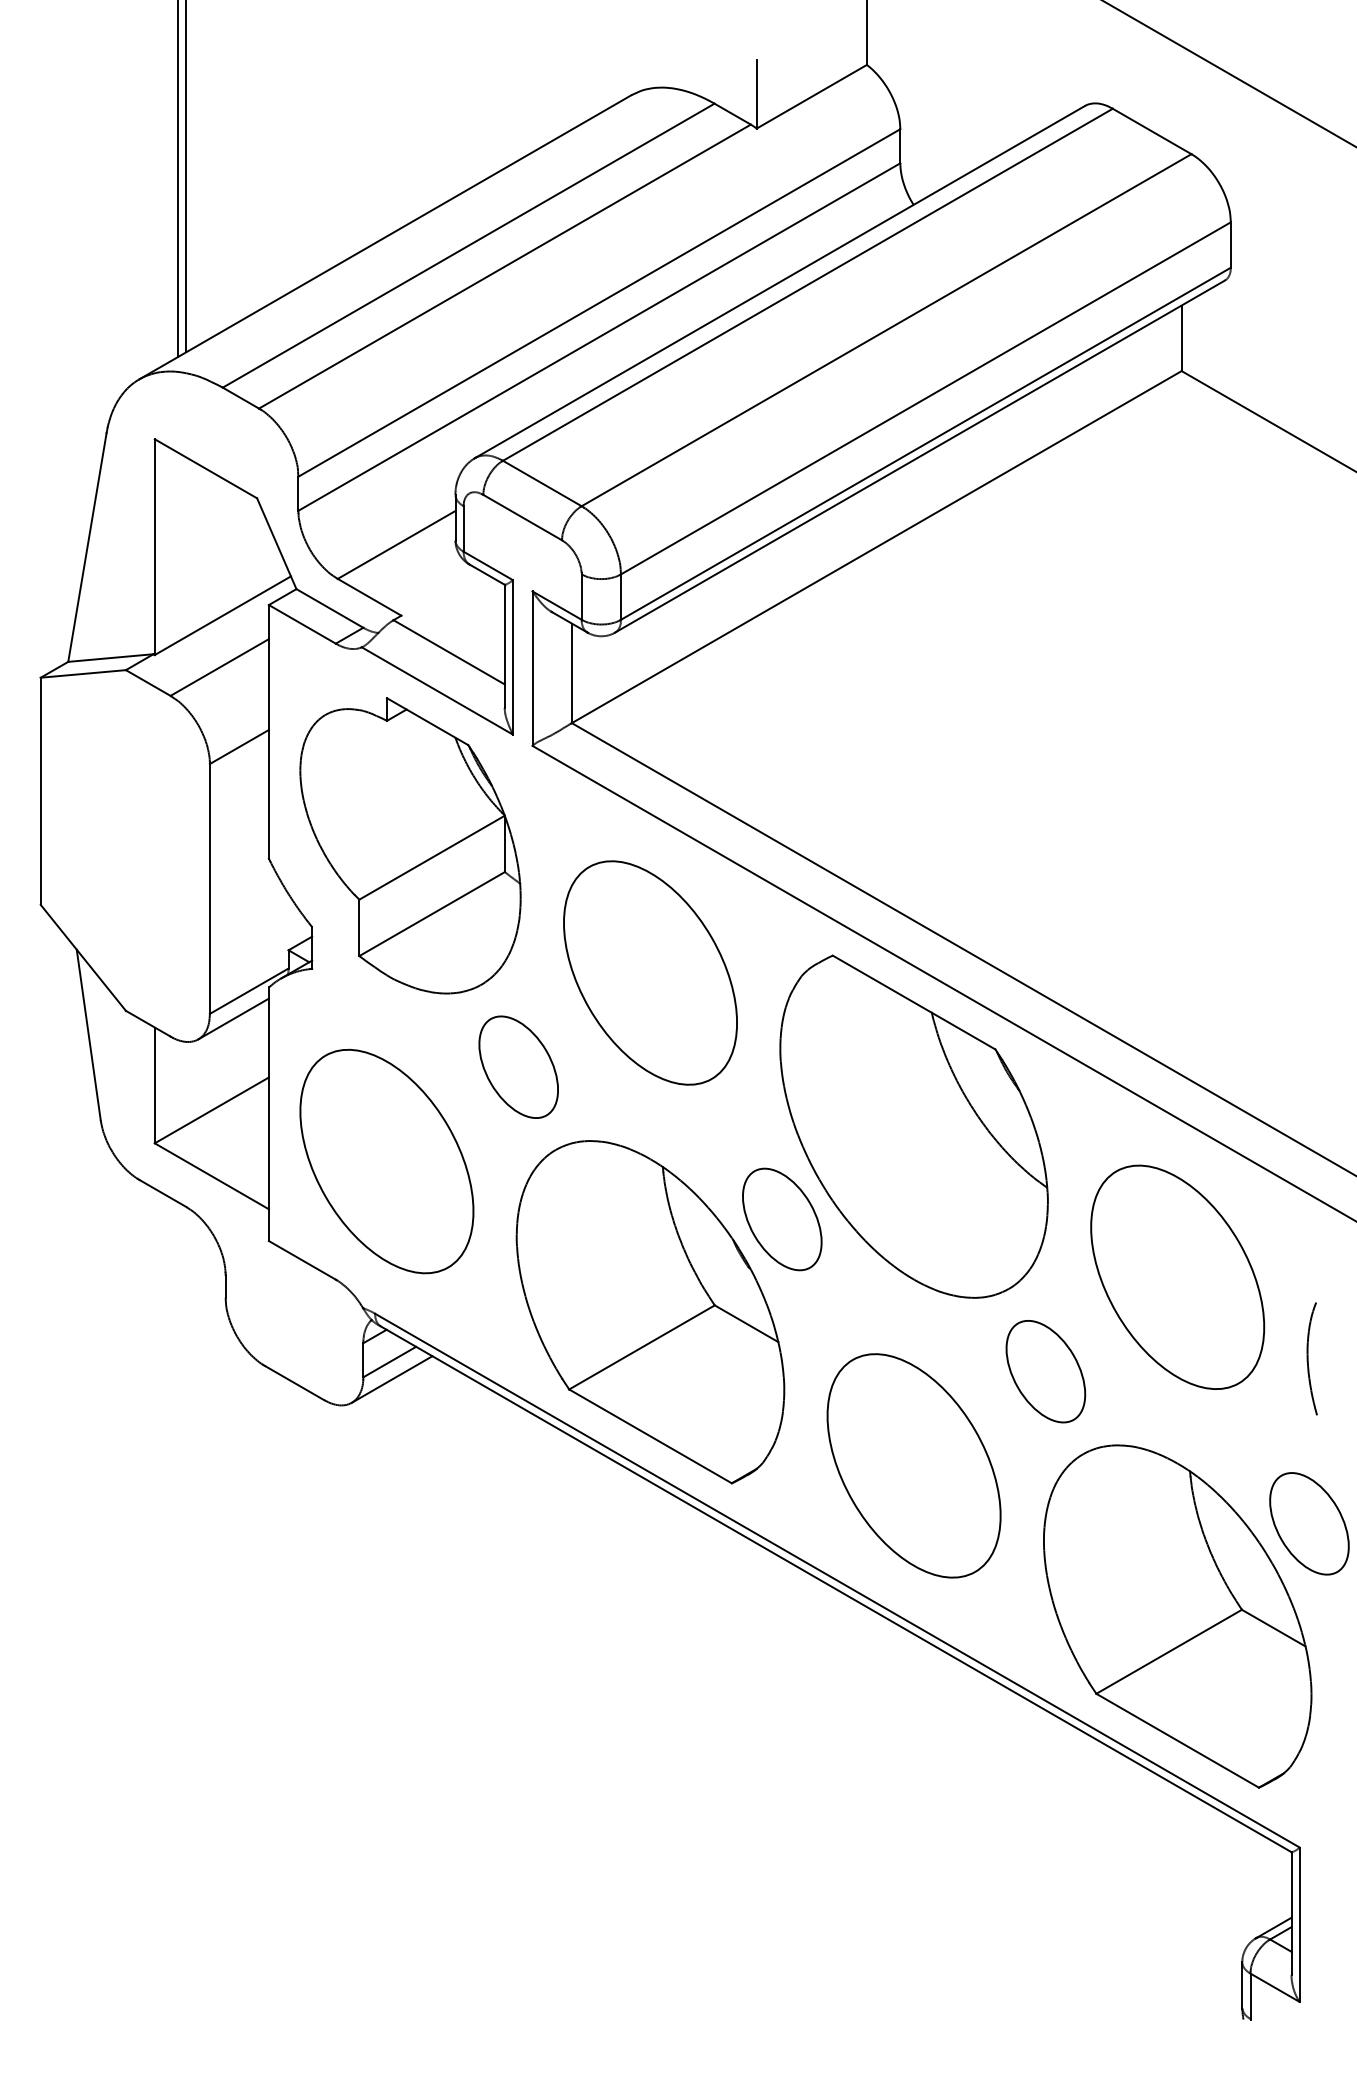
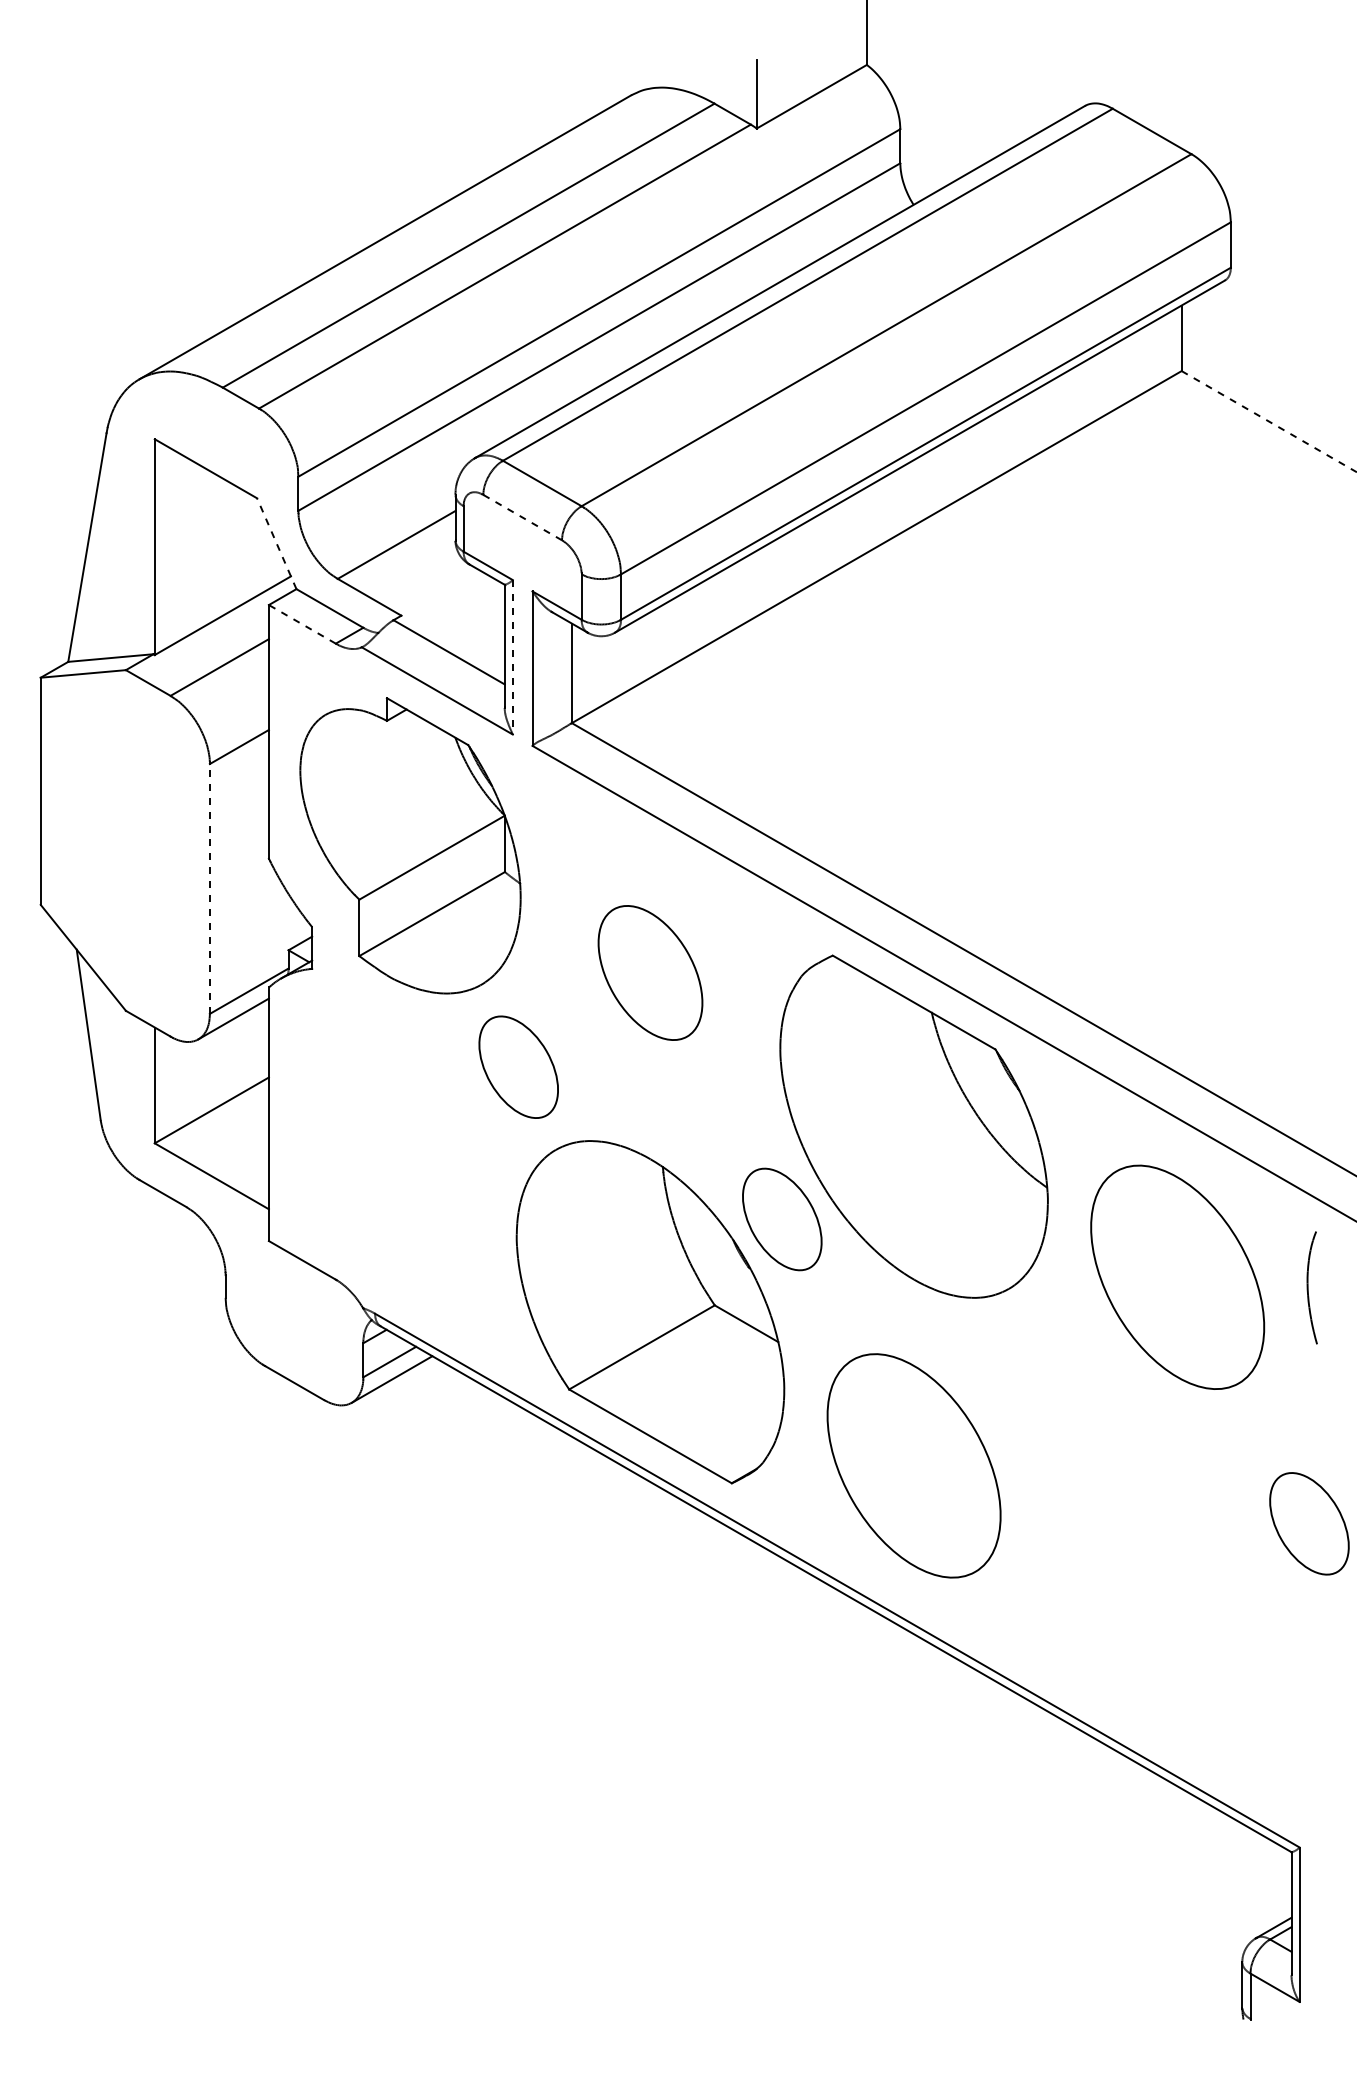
line at (1229, 73): present -> none
line at (186, 177): present -> none
line at (178, 179): present -> none
line at (1269, 421): solid -> dashed
line at (522, 517): solid -> dashed
line at (276, 543): solid -> dashed
line at (302, 624): solid -> dashed
line at (512, 657): solid -> dashed
line at (209, 888): solid -> dashed
part at (650, 972) size: 175x226 px -> 107x136 px
part at (386, 1161): present -> none
part at (1311, 1358) position: (1311, 1358) -> (1311, 1287)
part at (1045, 1371): present -> none
part at (1177, 1616): present -> none
